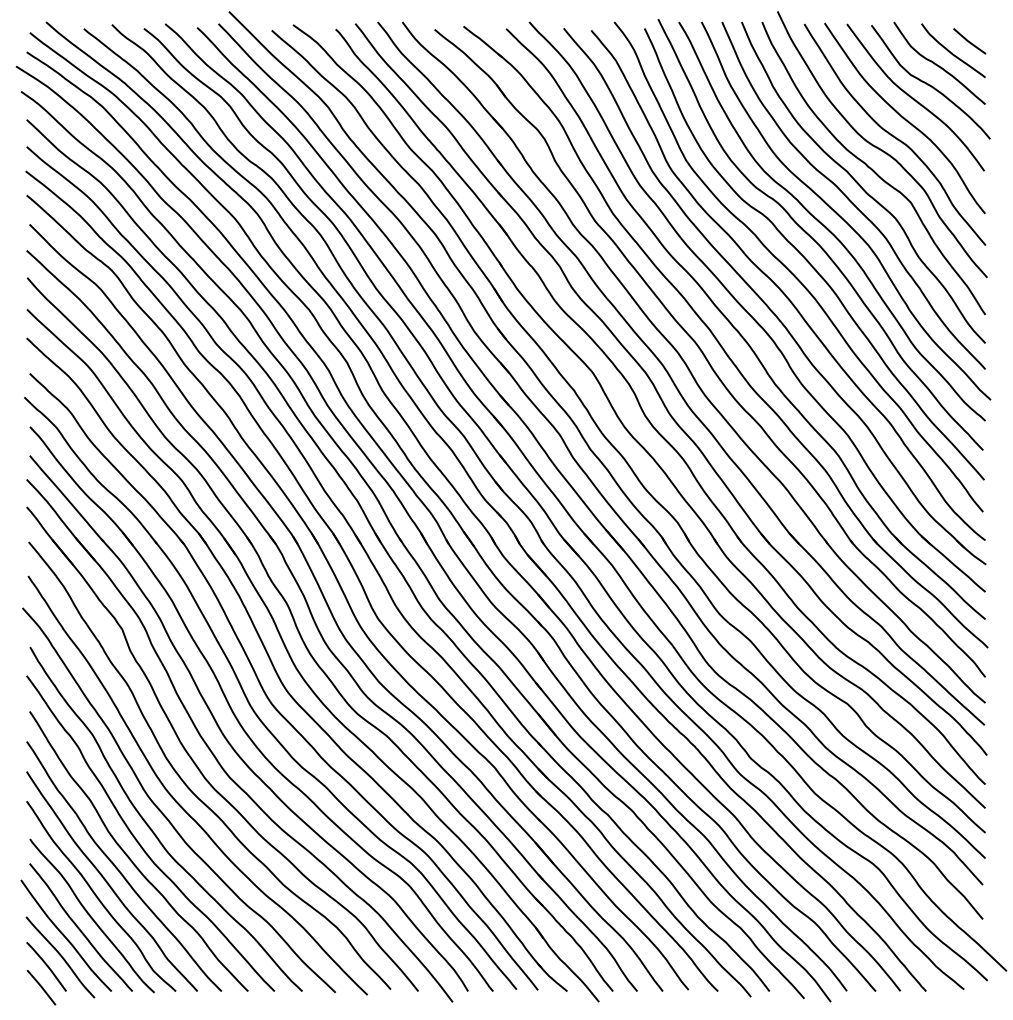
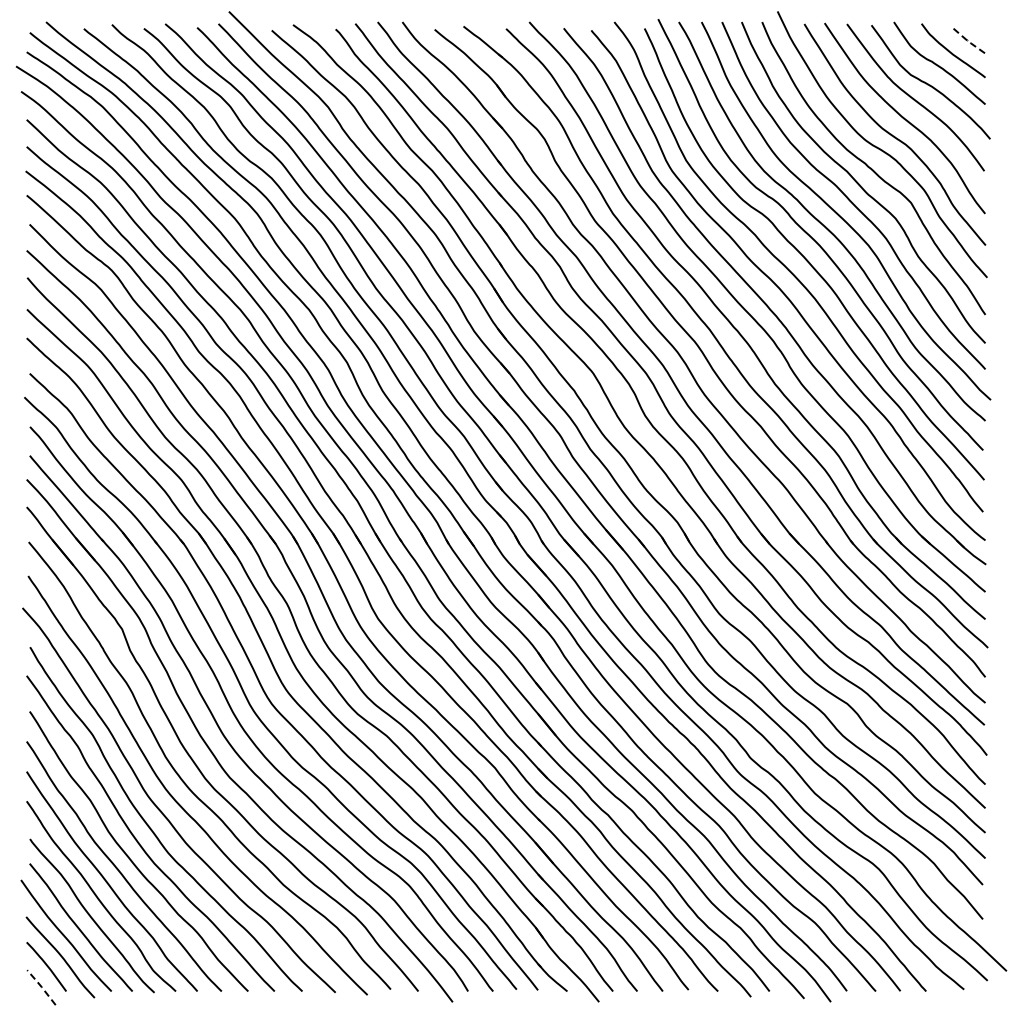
line at (969, 42): solid -> dashed
line at (41, 987): solid -> dashed
